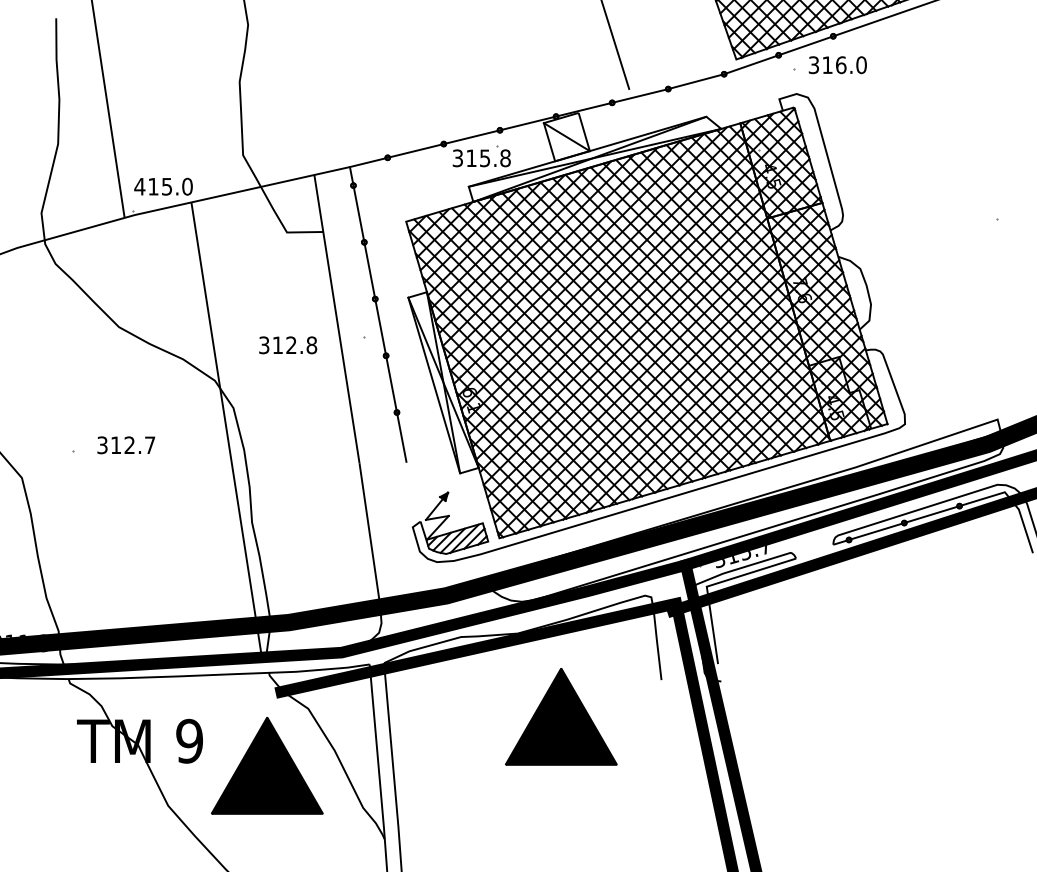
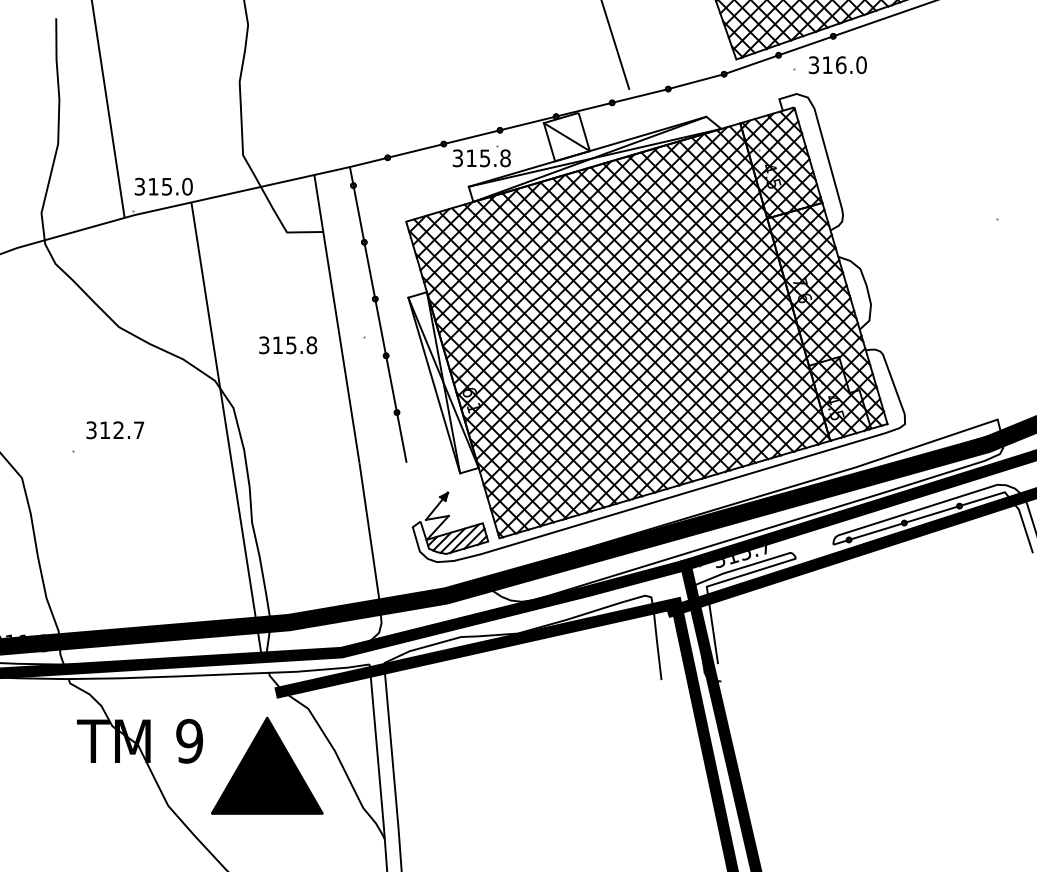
text at (139, 186): 415.0 -> 315.0
text at (291, 345): 312.8 -> 315.8
text at (126, 445) position: (126, 445) -> (115, 430)
part at (561, 716): present -> none
